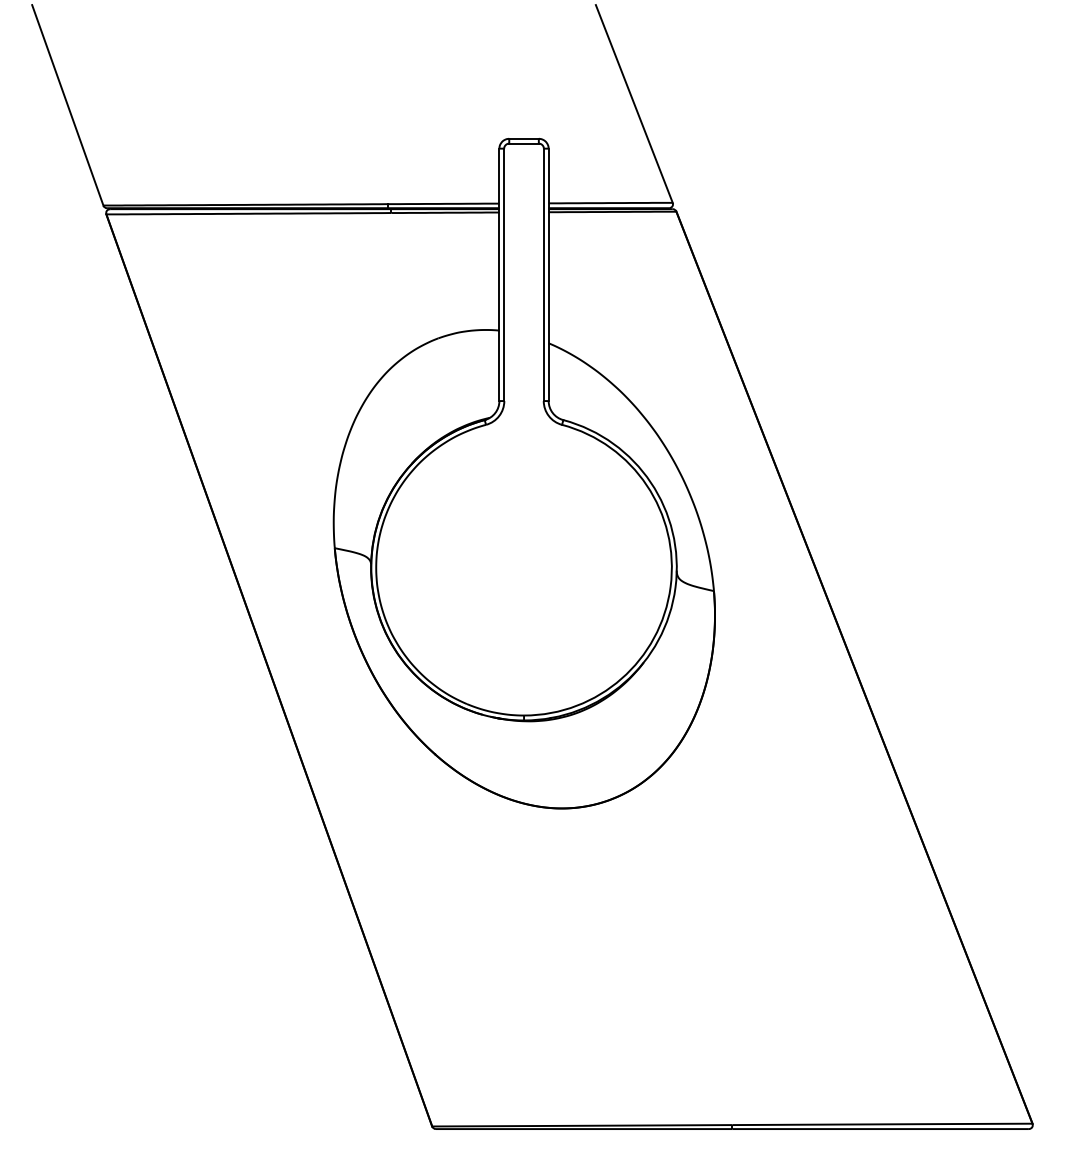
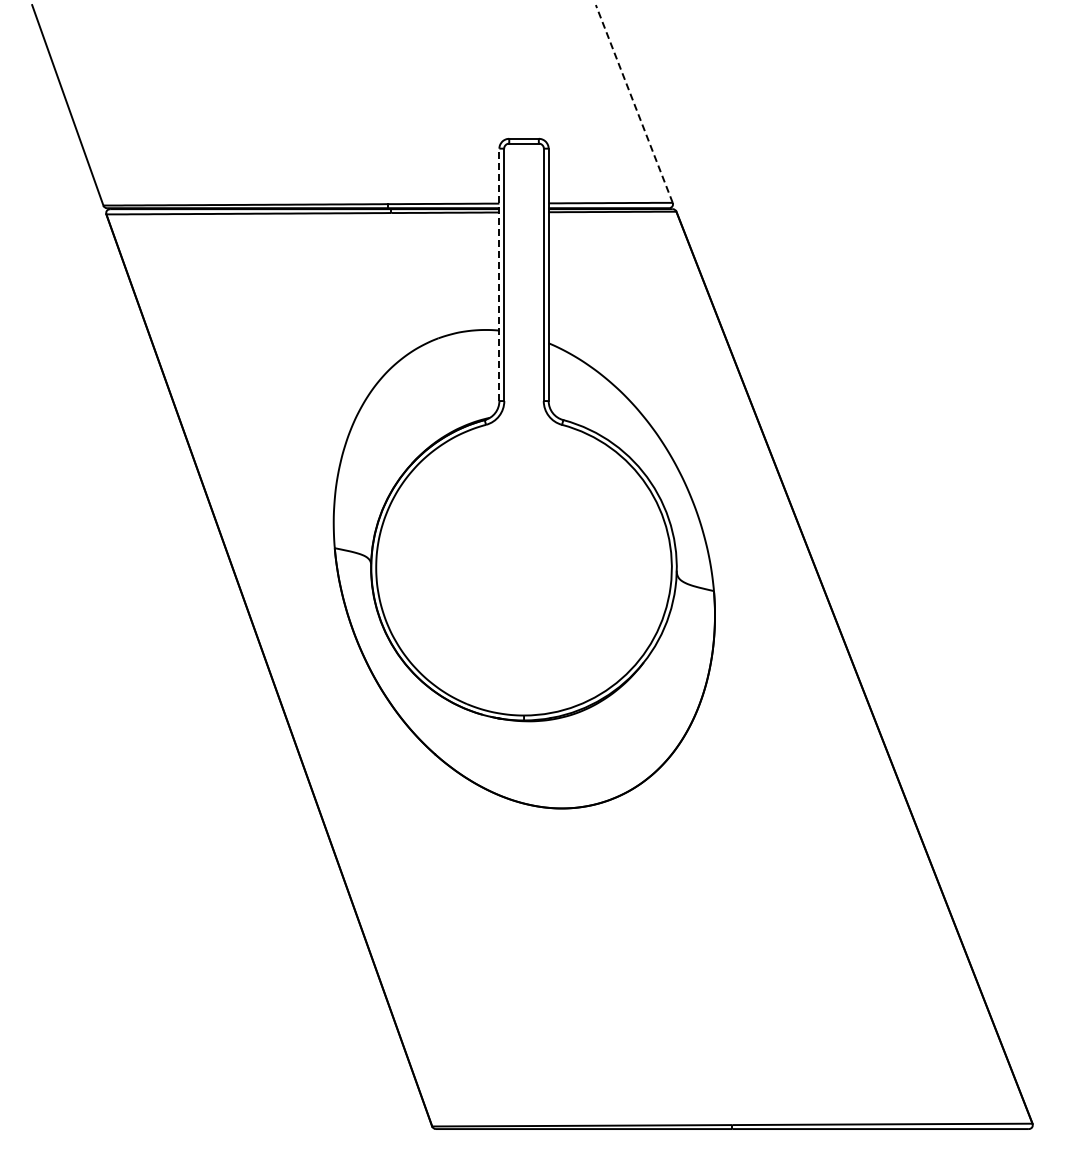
line at (634, 103): solid -> dashed
line at (499, 274): solid -> dashed
